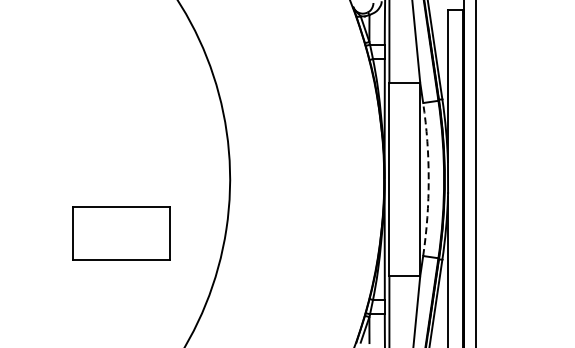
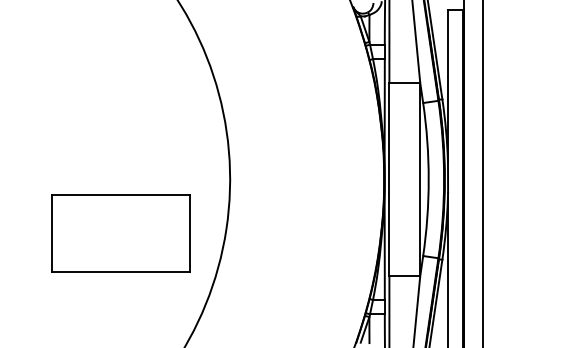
line at (476, 173) position: (476, 173) -> (483, 173)
arc at (428, 179): dashed -> solid
part at (121, 233) size: 99x55 px -> 140x79 px
